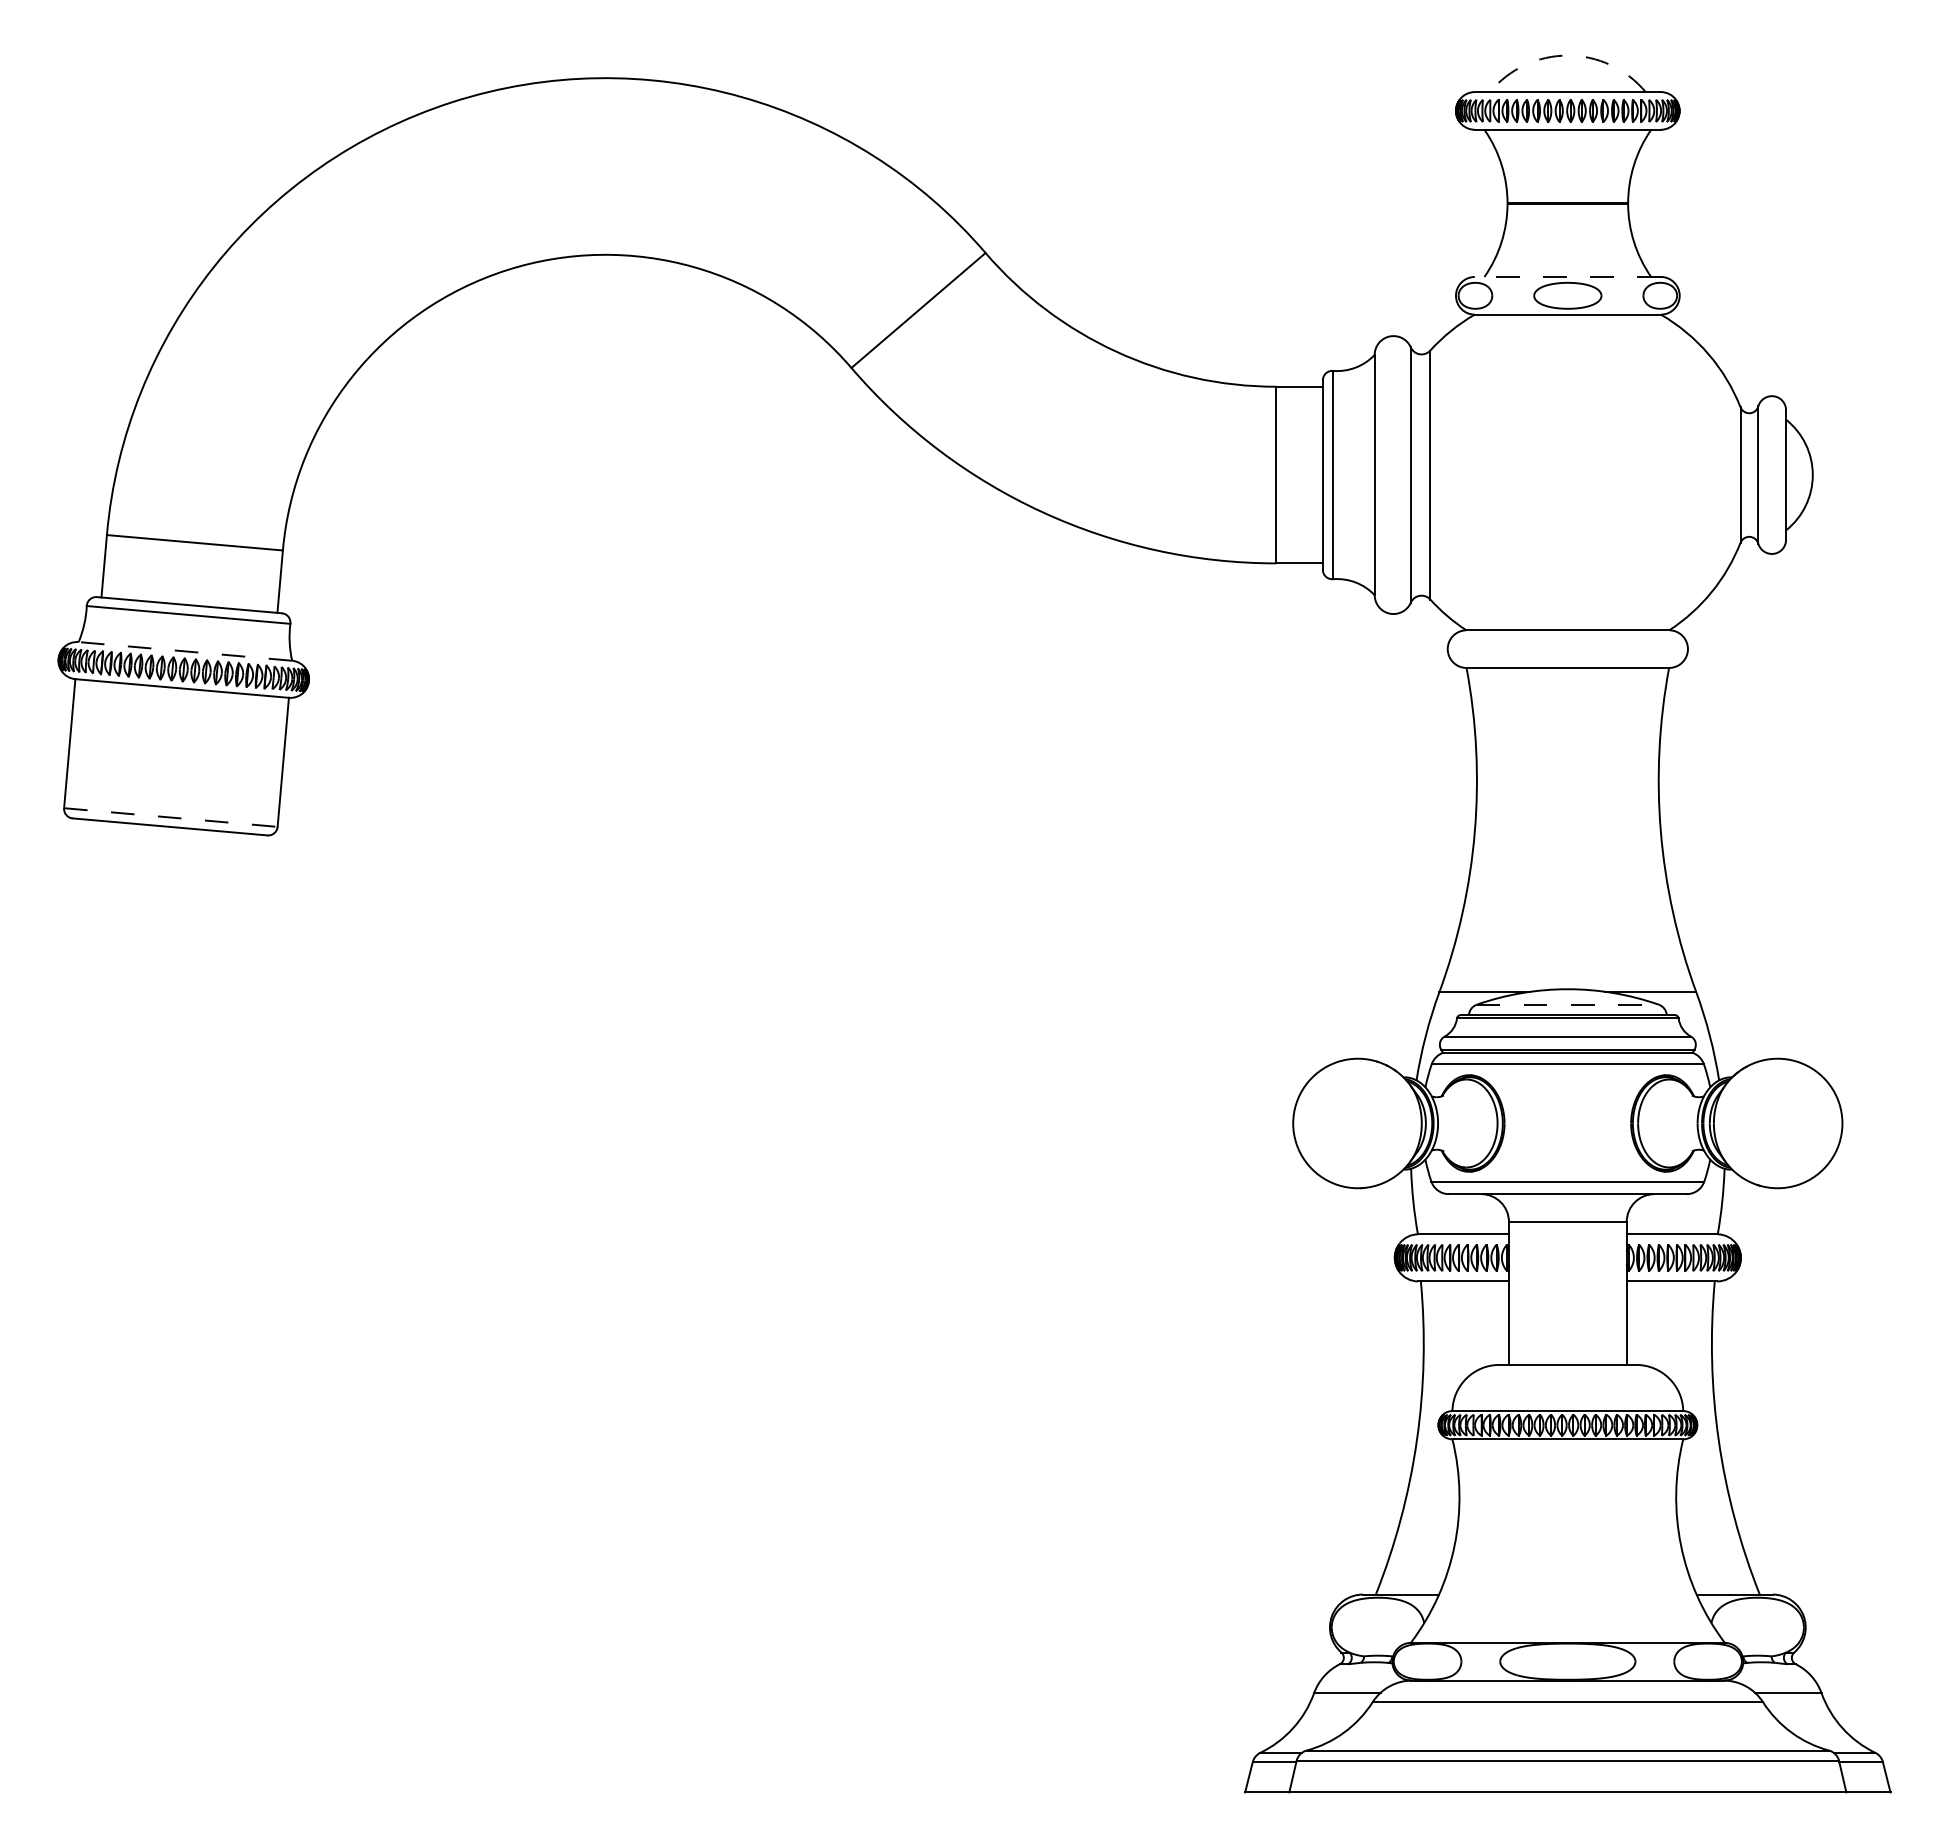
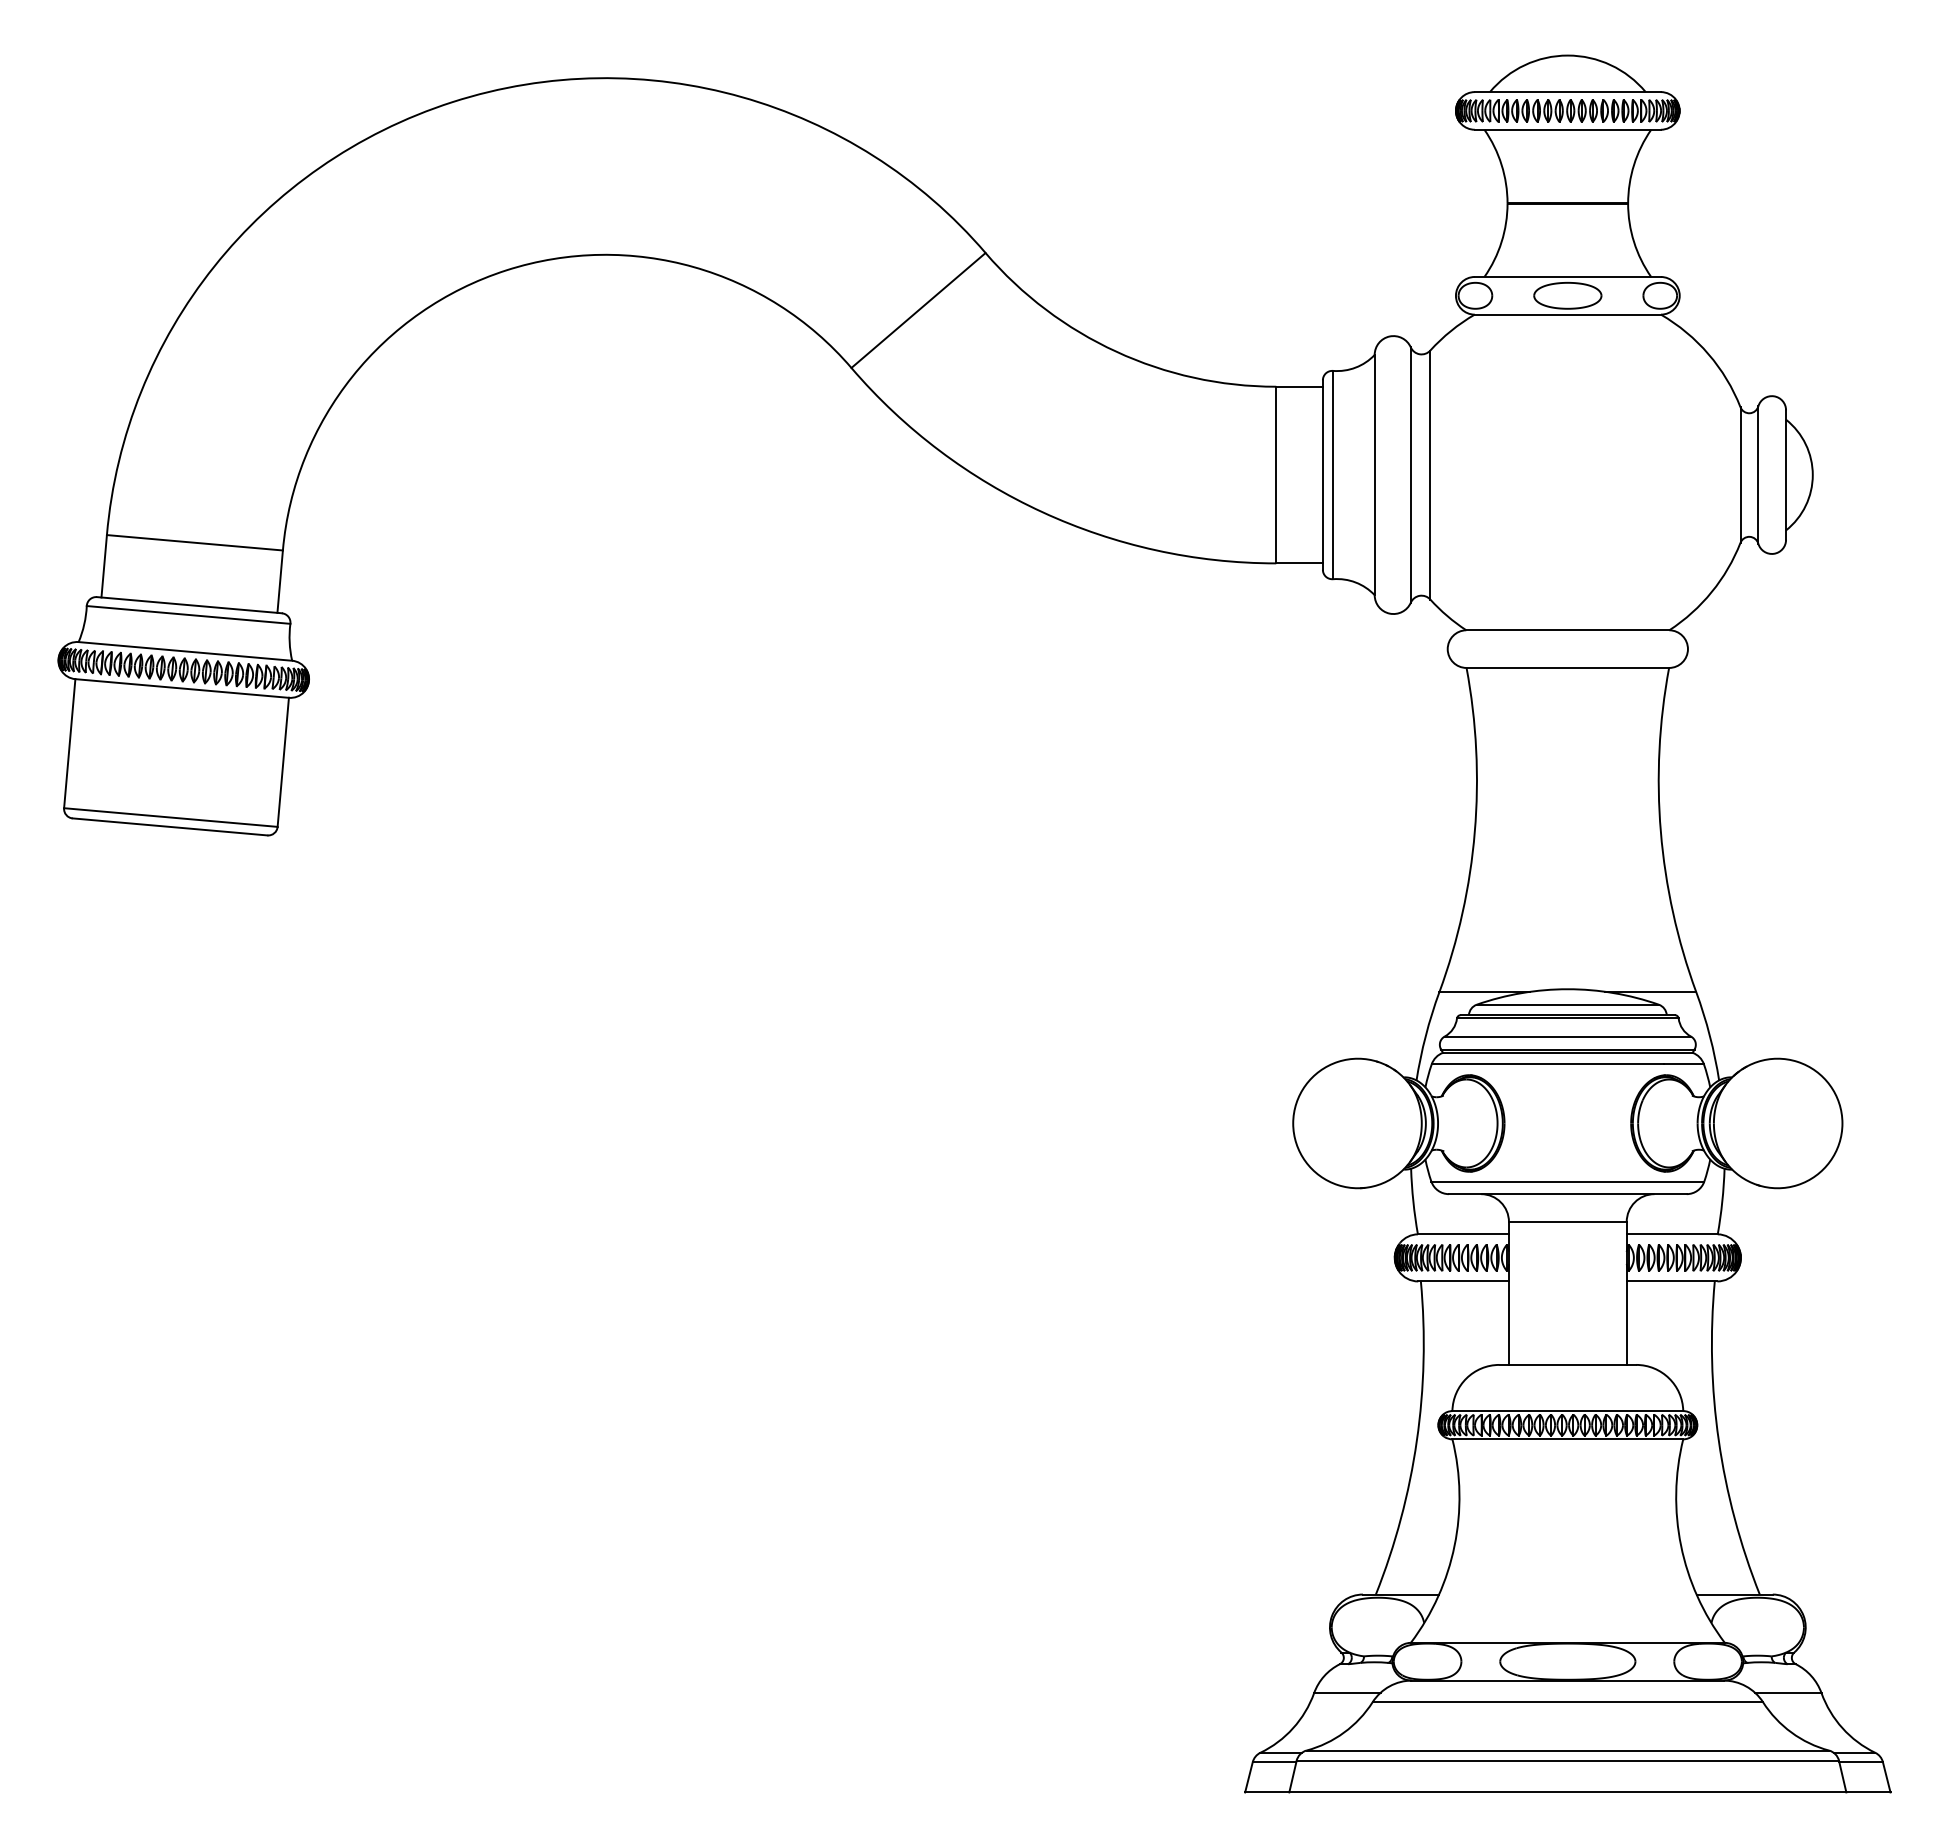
arc at (1567, 55): dashed -> solid
line at (1567, 276): dashed -> solid
line at (184, 651): dashed -> solid
line at (171, 817): dashed -> solid
line at (1568, 1004): dashed -> solid
